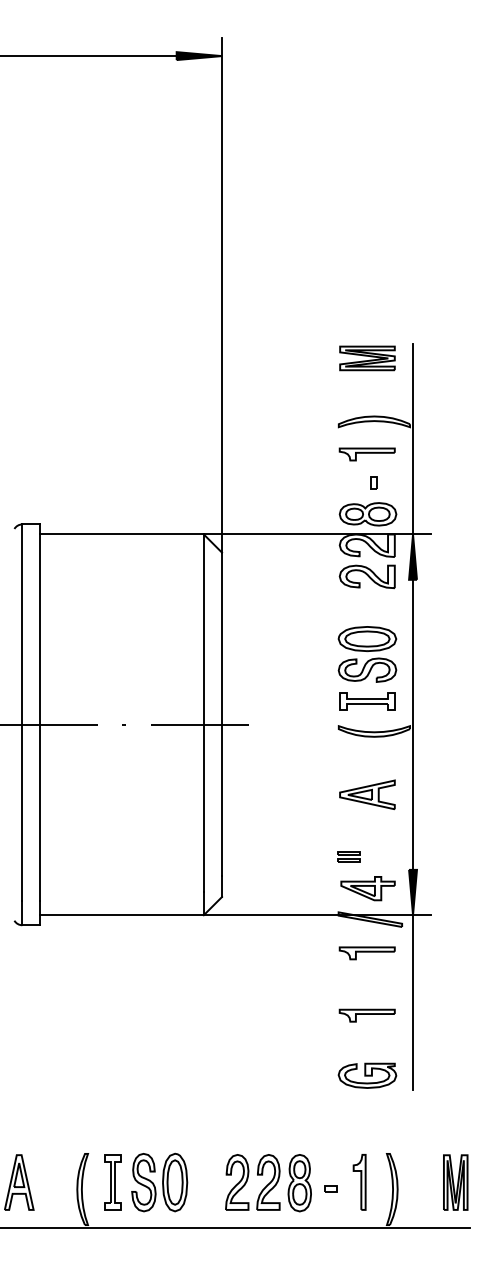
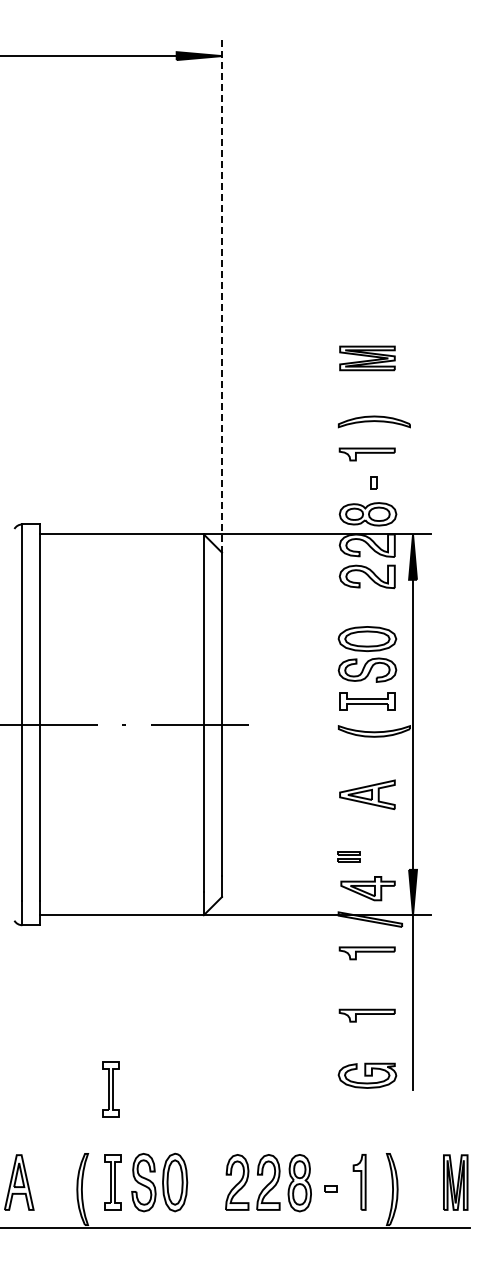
line at (222, 294): solid -> dashed
line at (413, 439): present -> none
part at (110, 1089): none -> present
